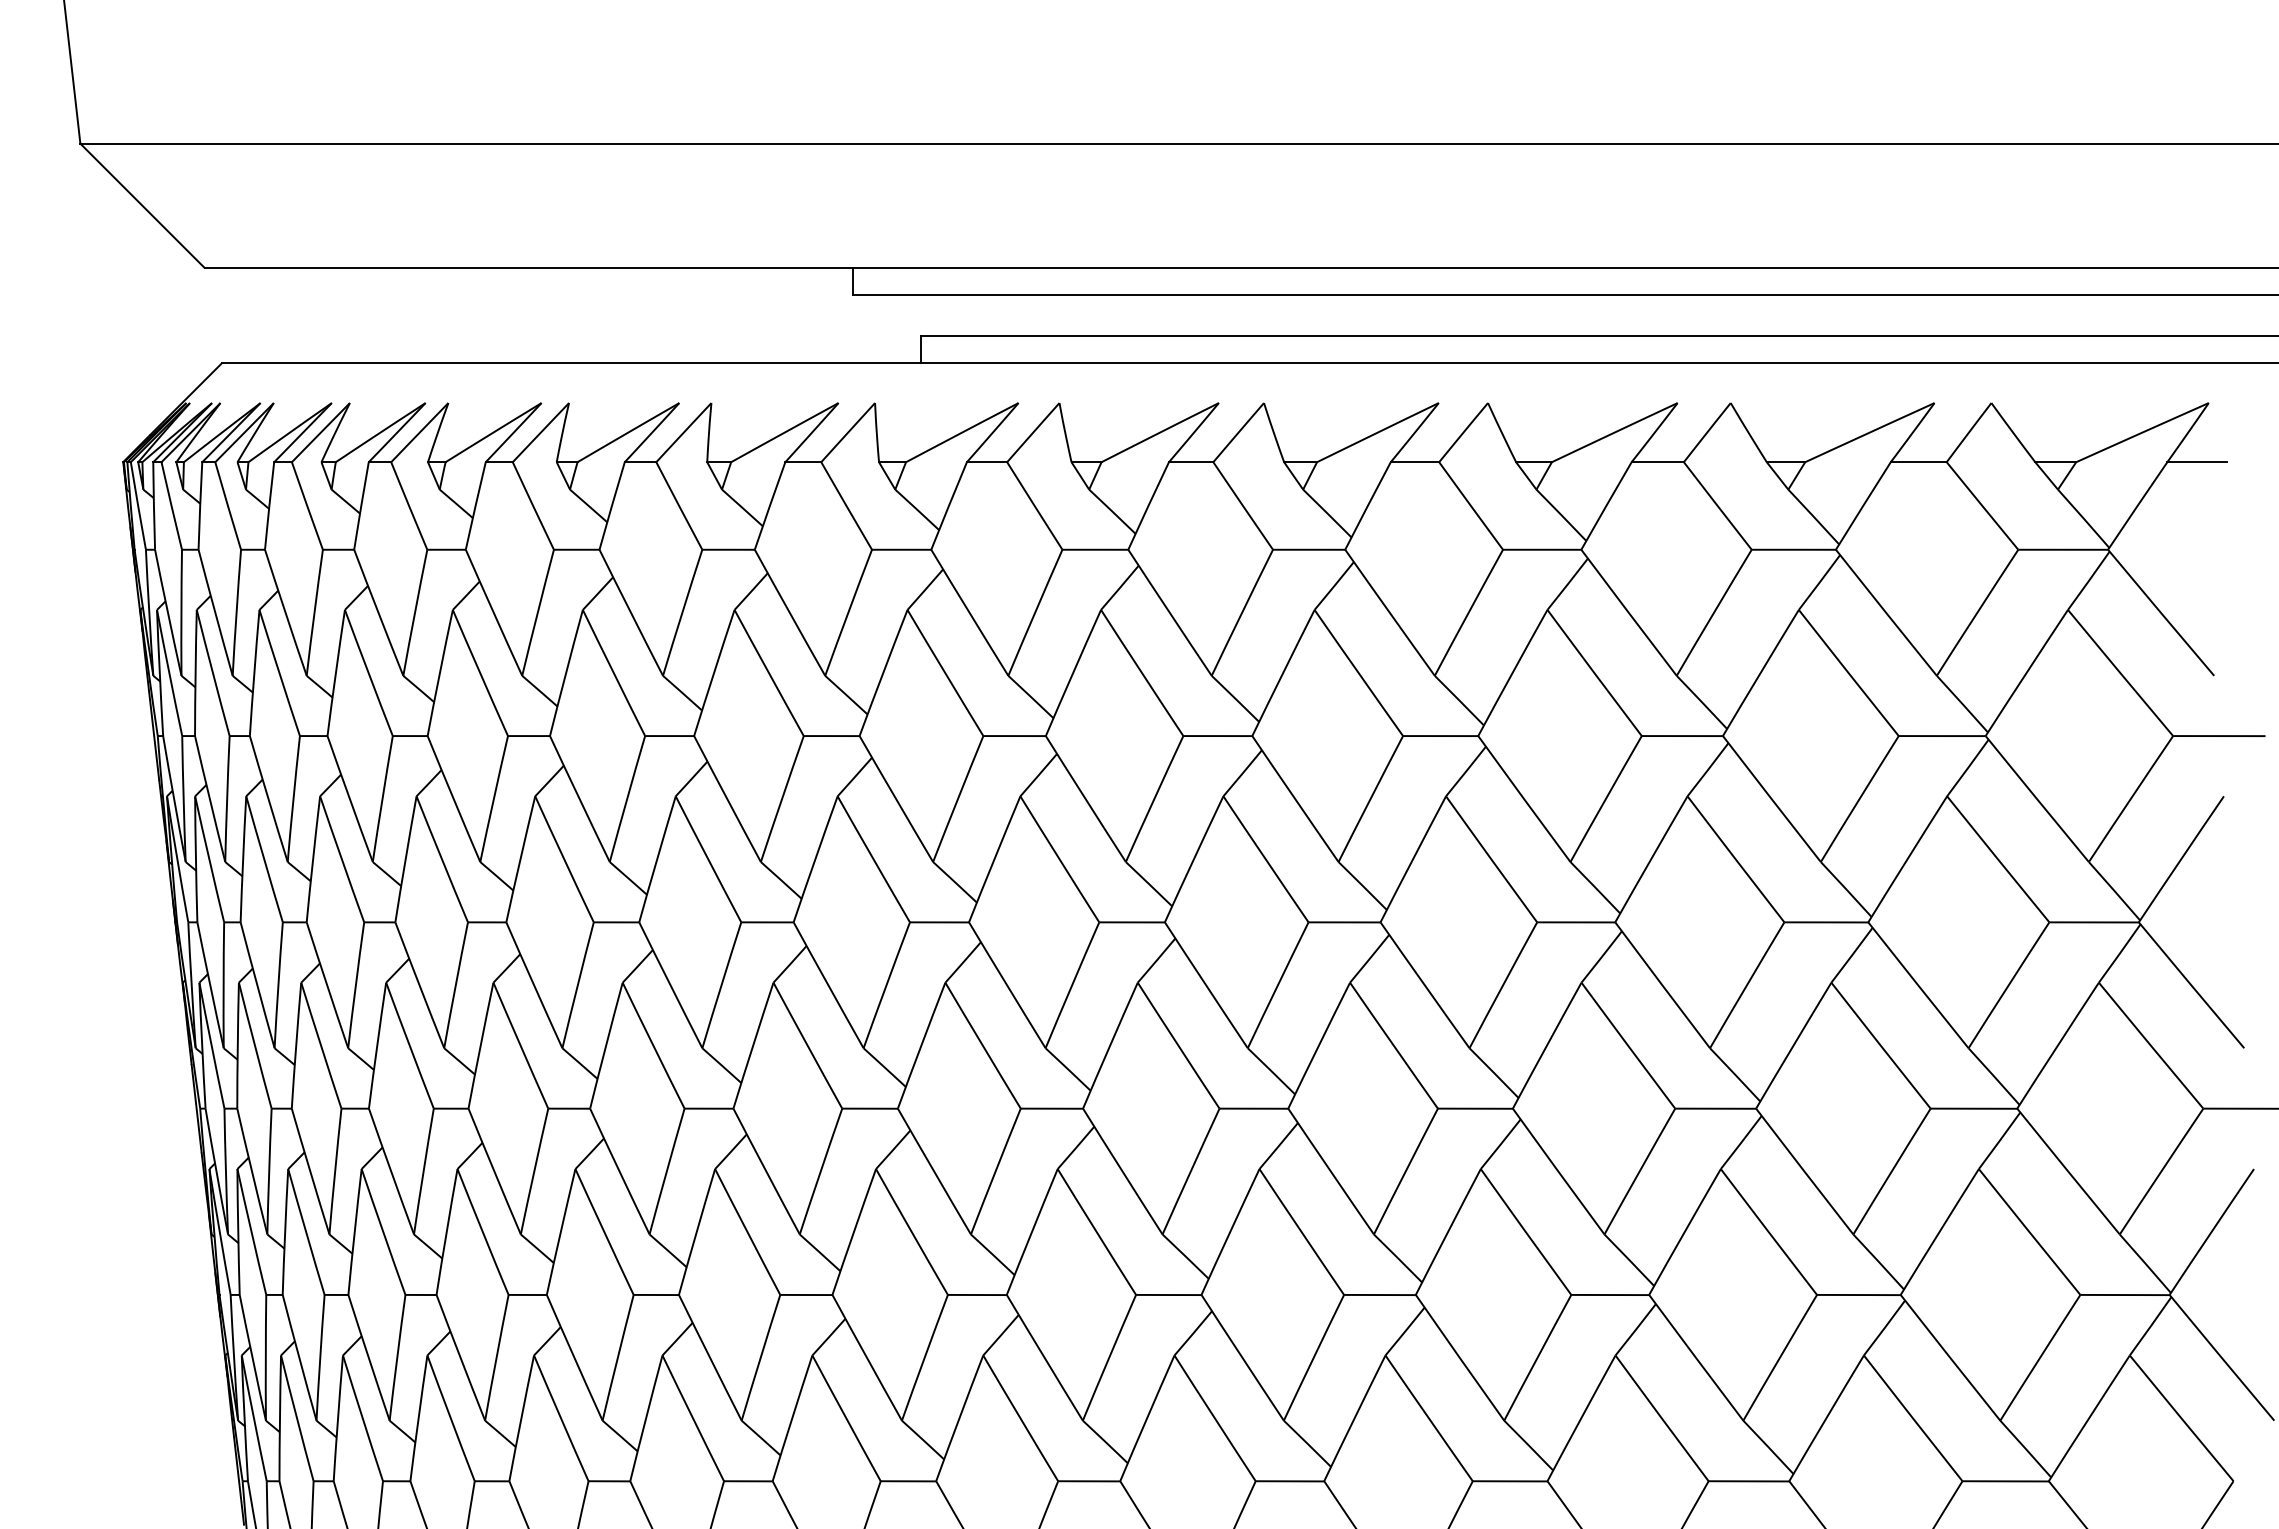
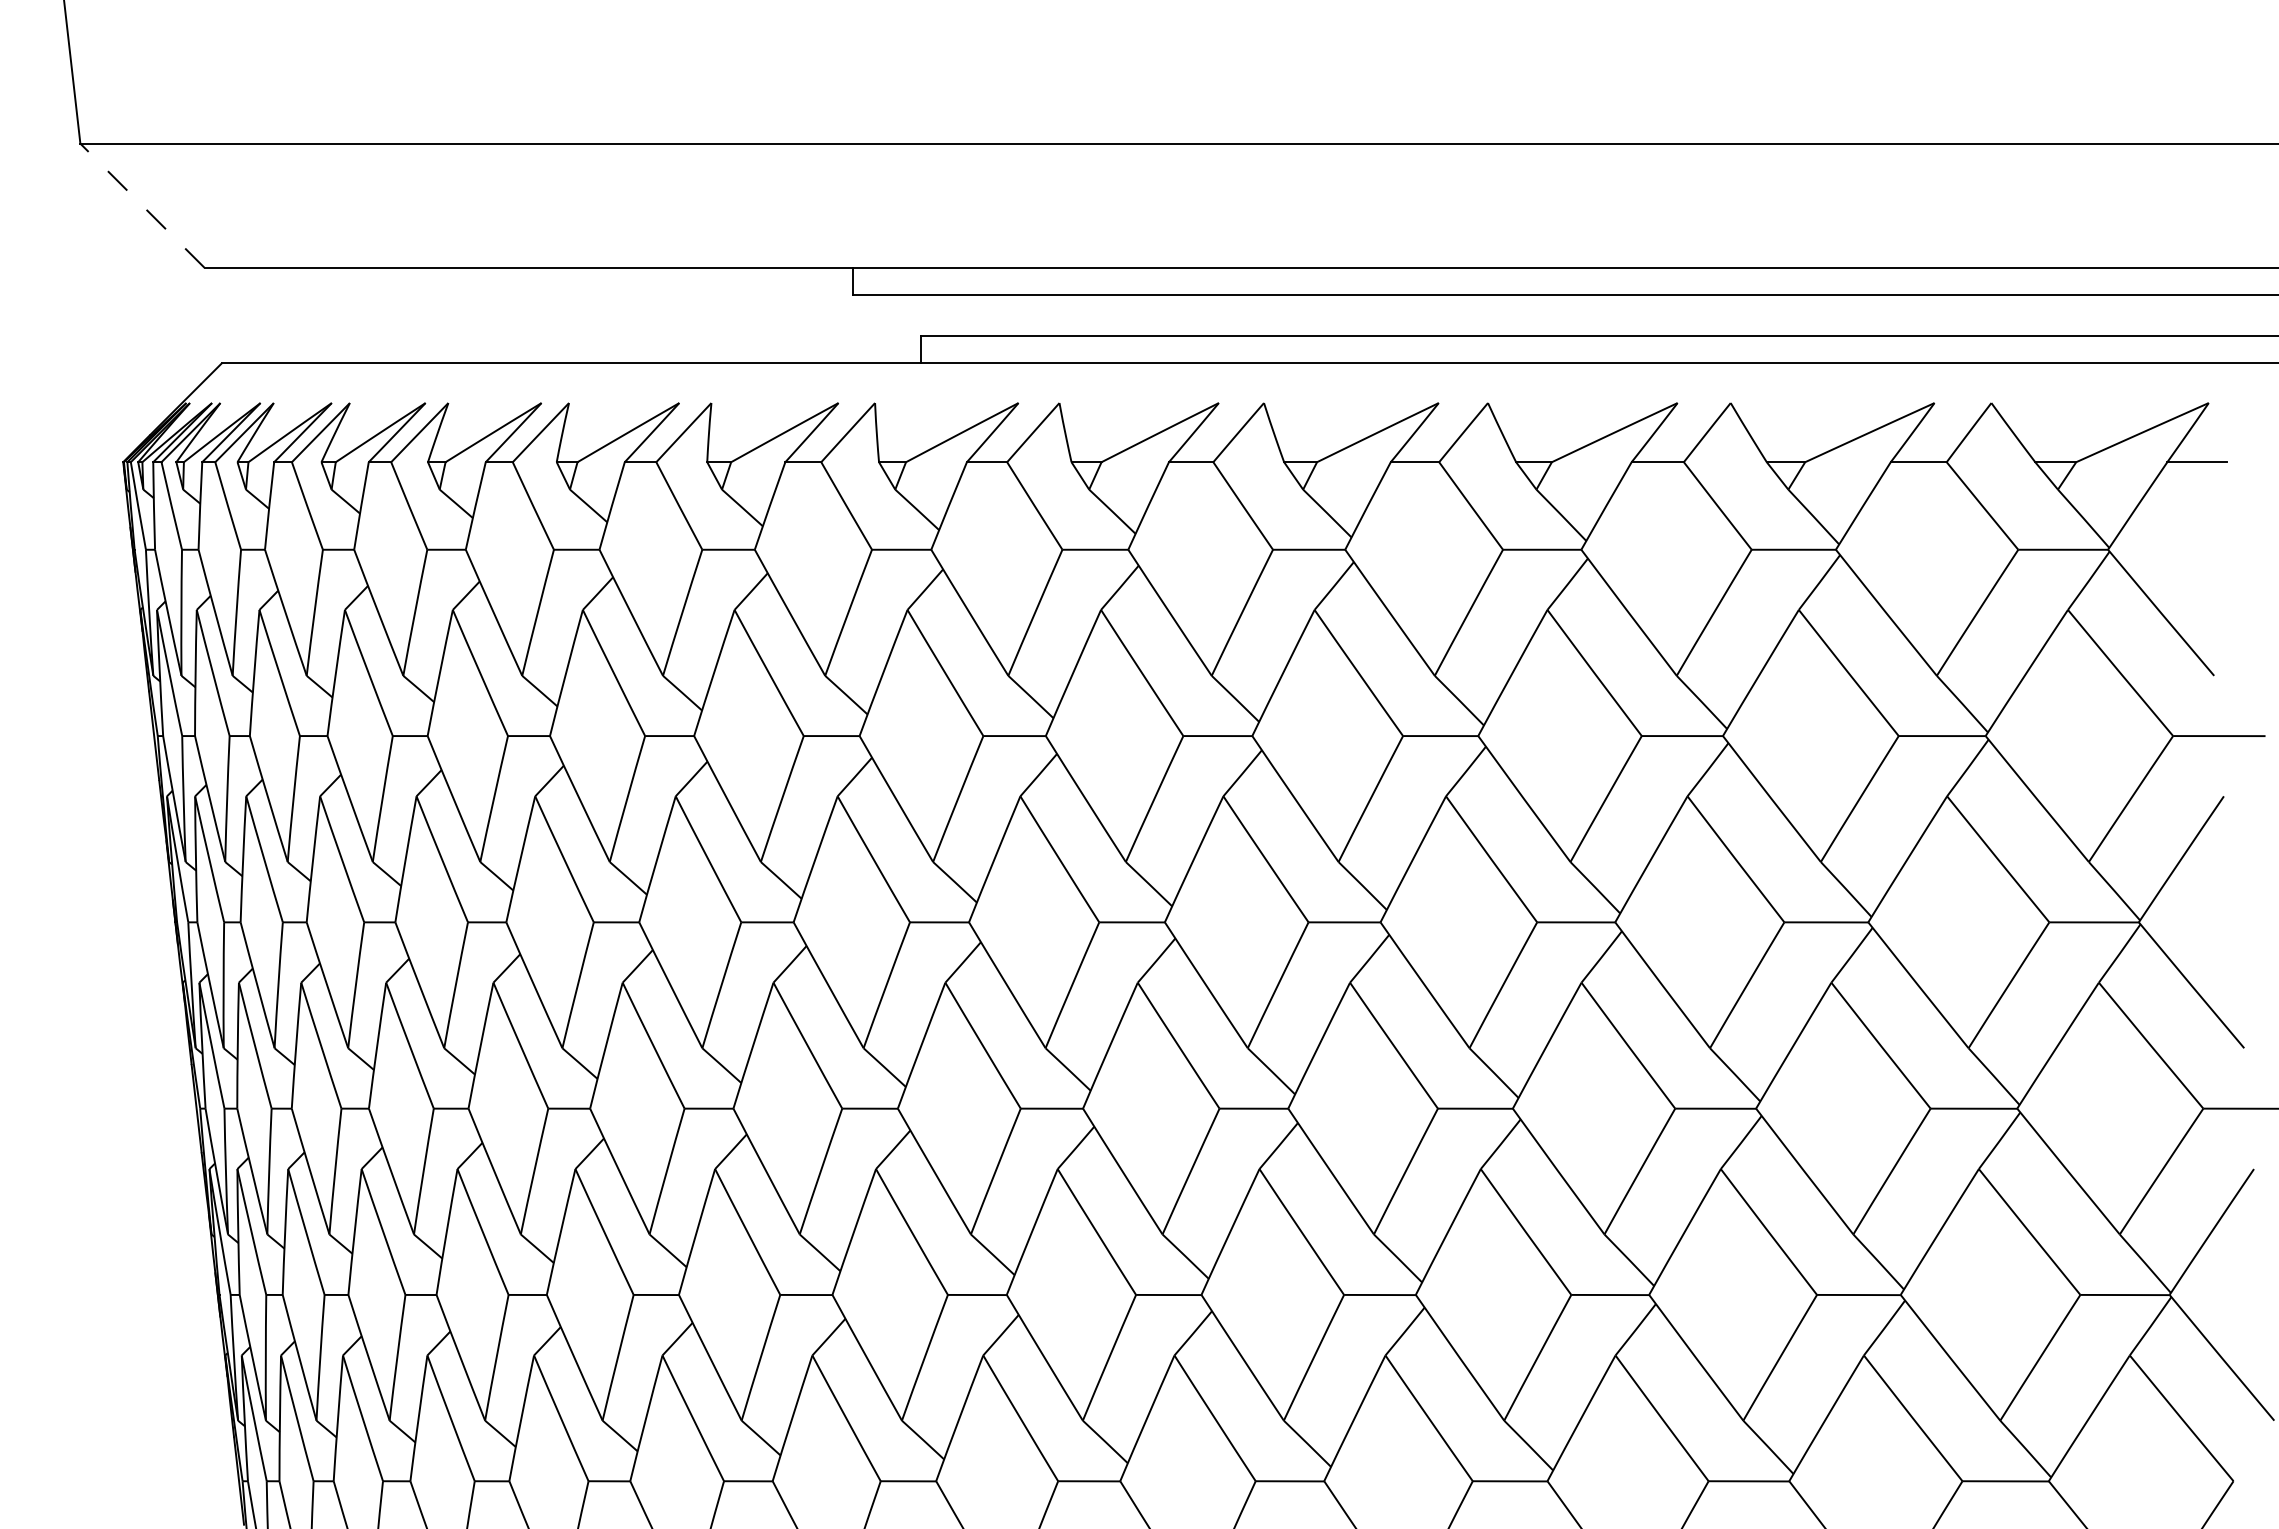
line at (142, 205): solid -> dashed
